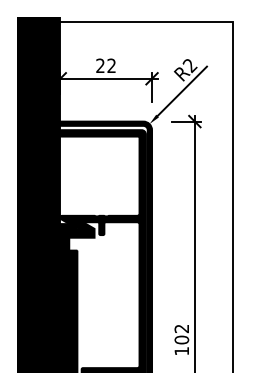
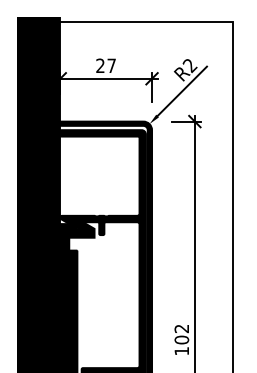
text at (111, 65): 22 -> 27
